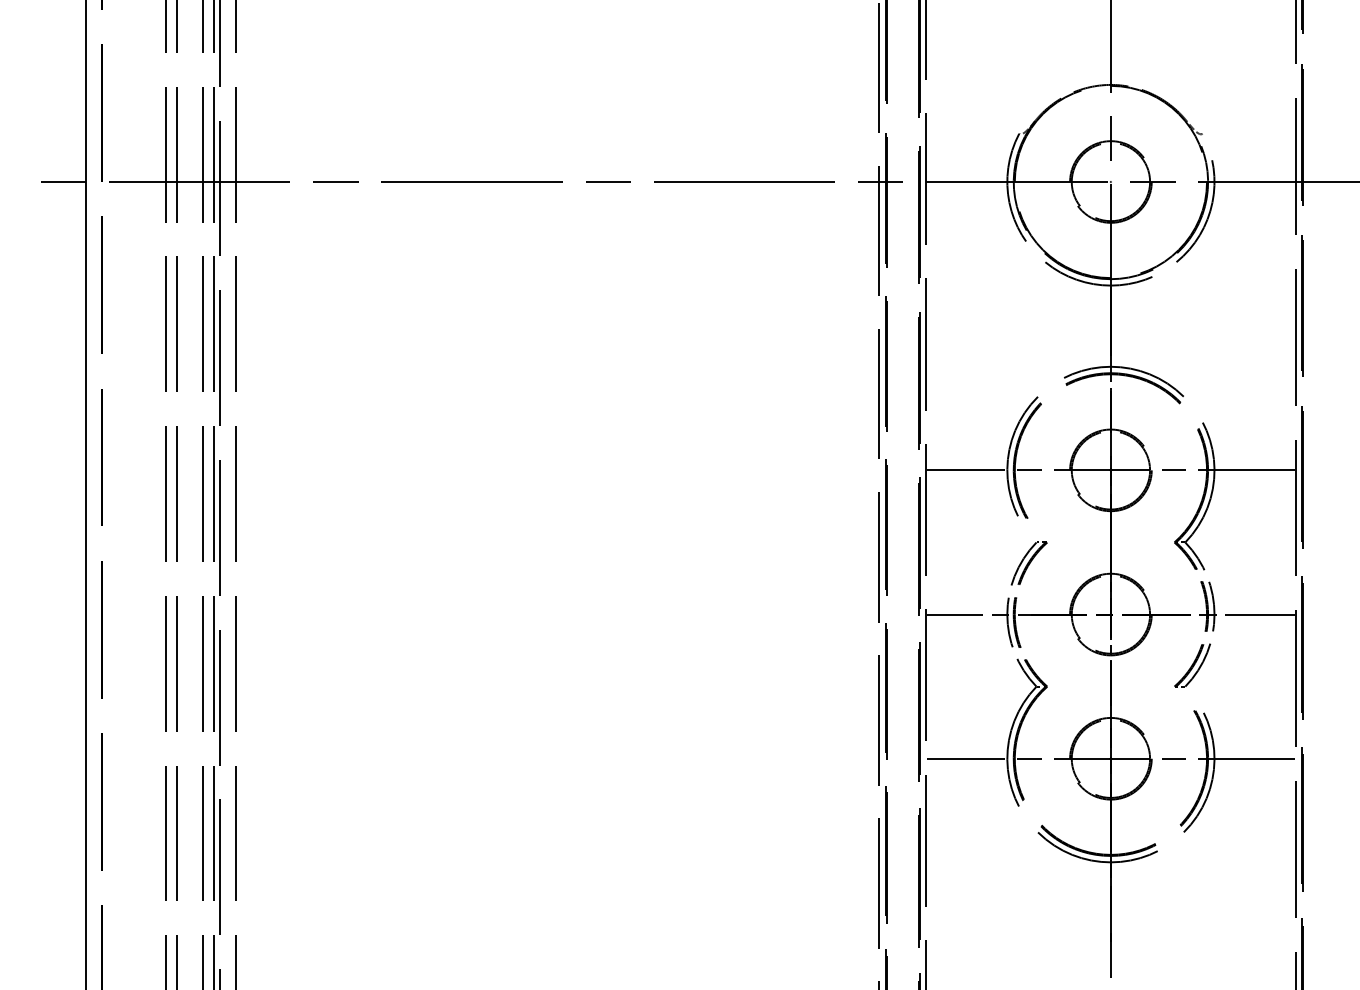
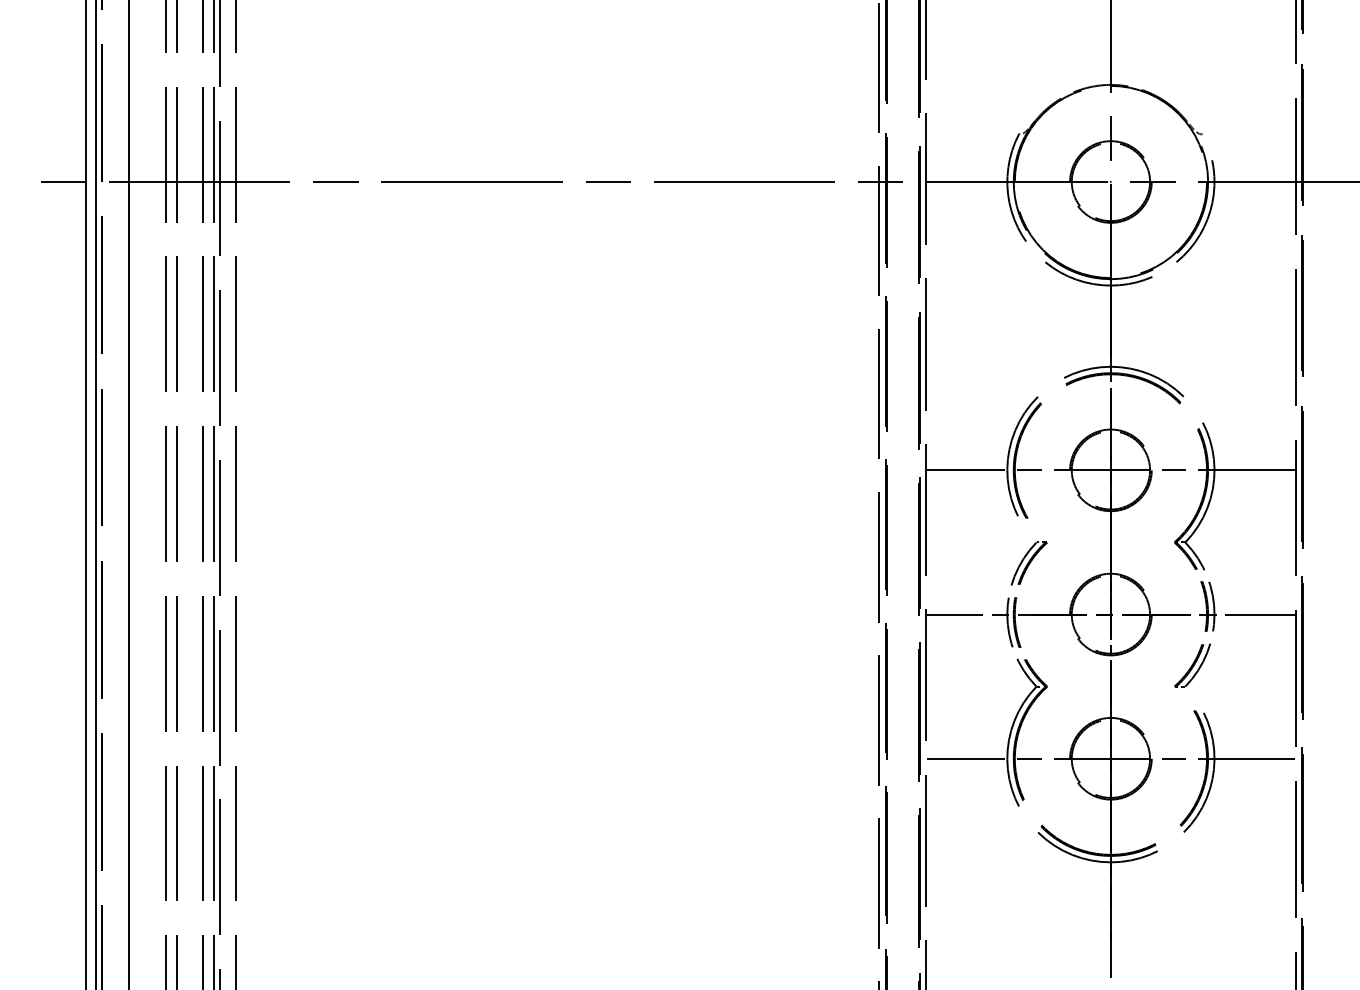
line at (96, 494): none -> present
line at (128, 494): none -> present
